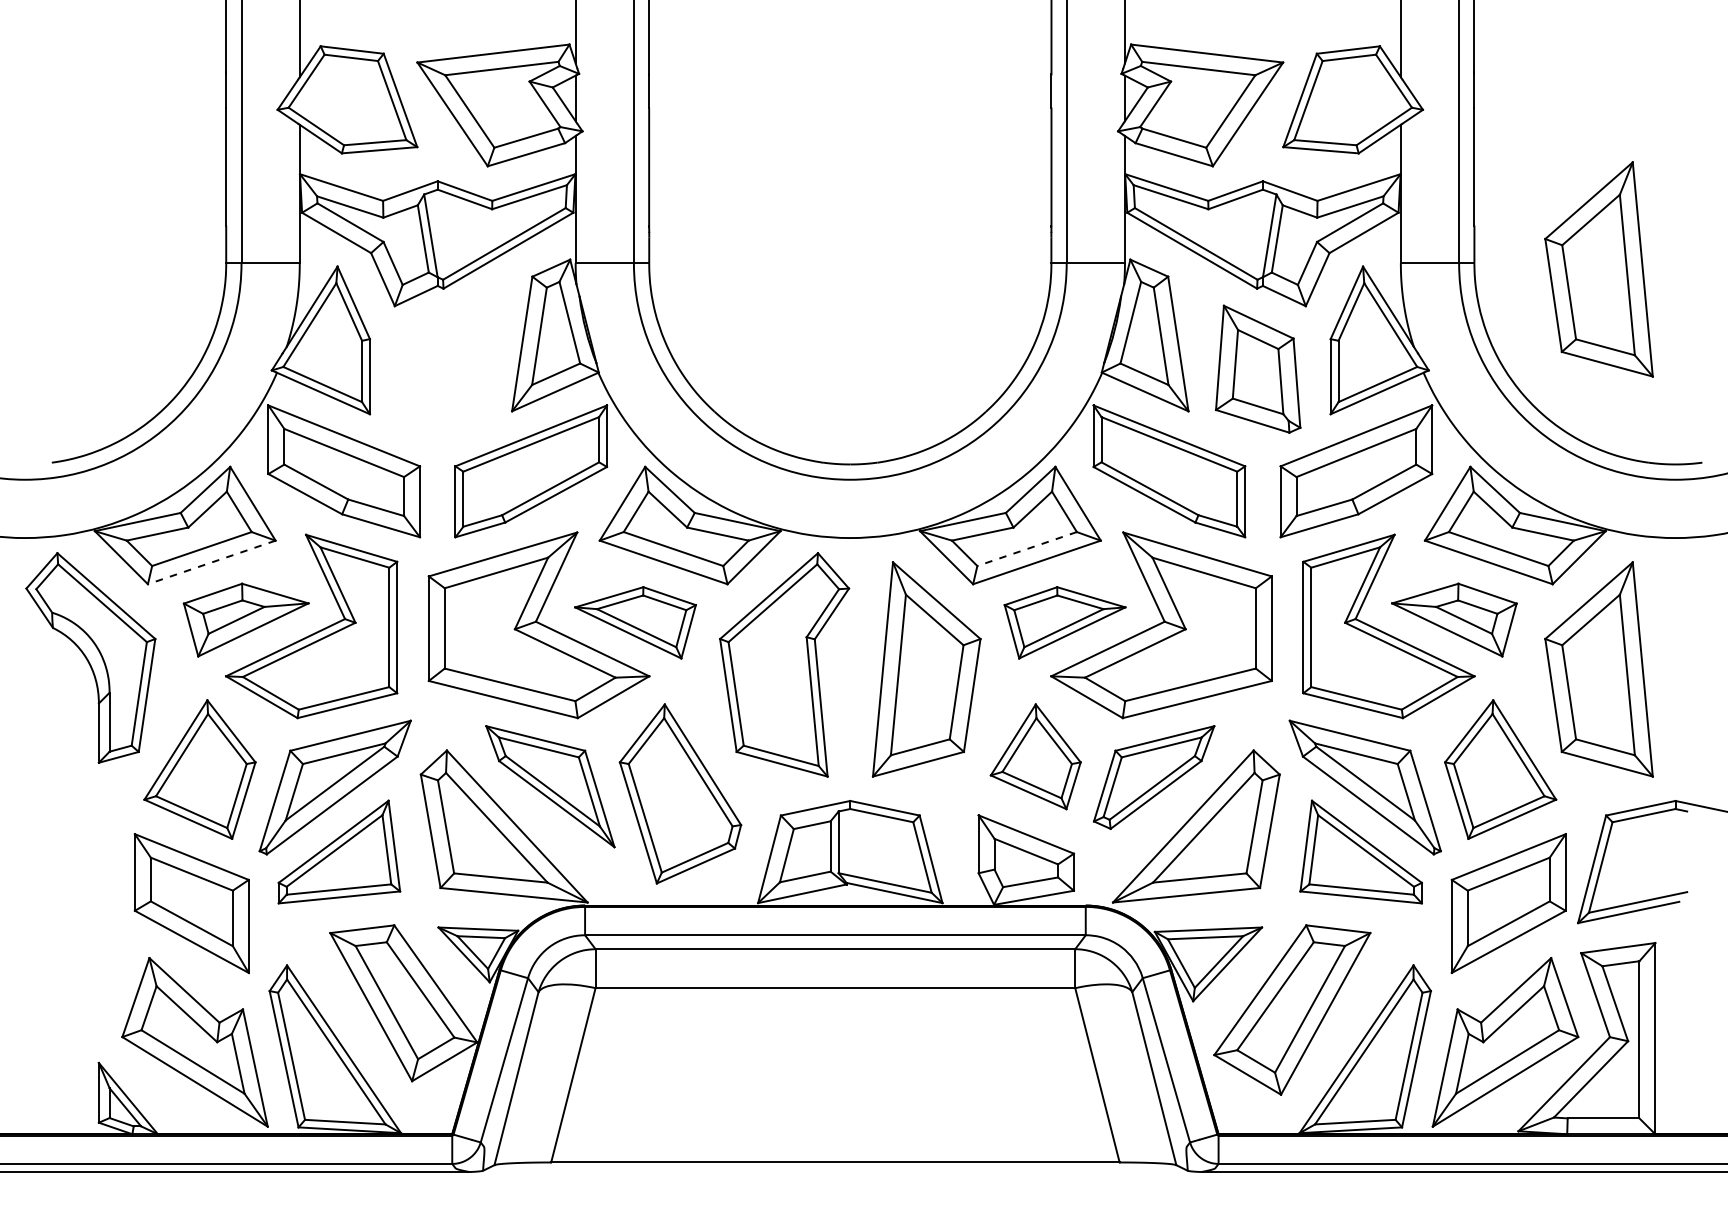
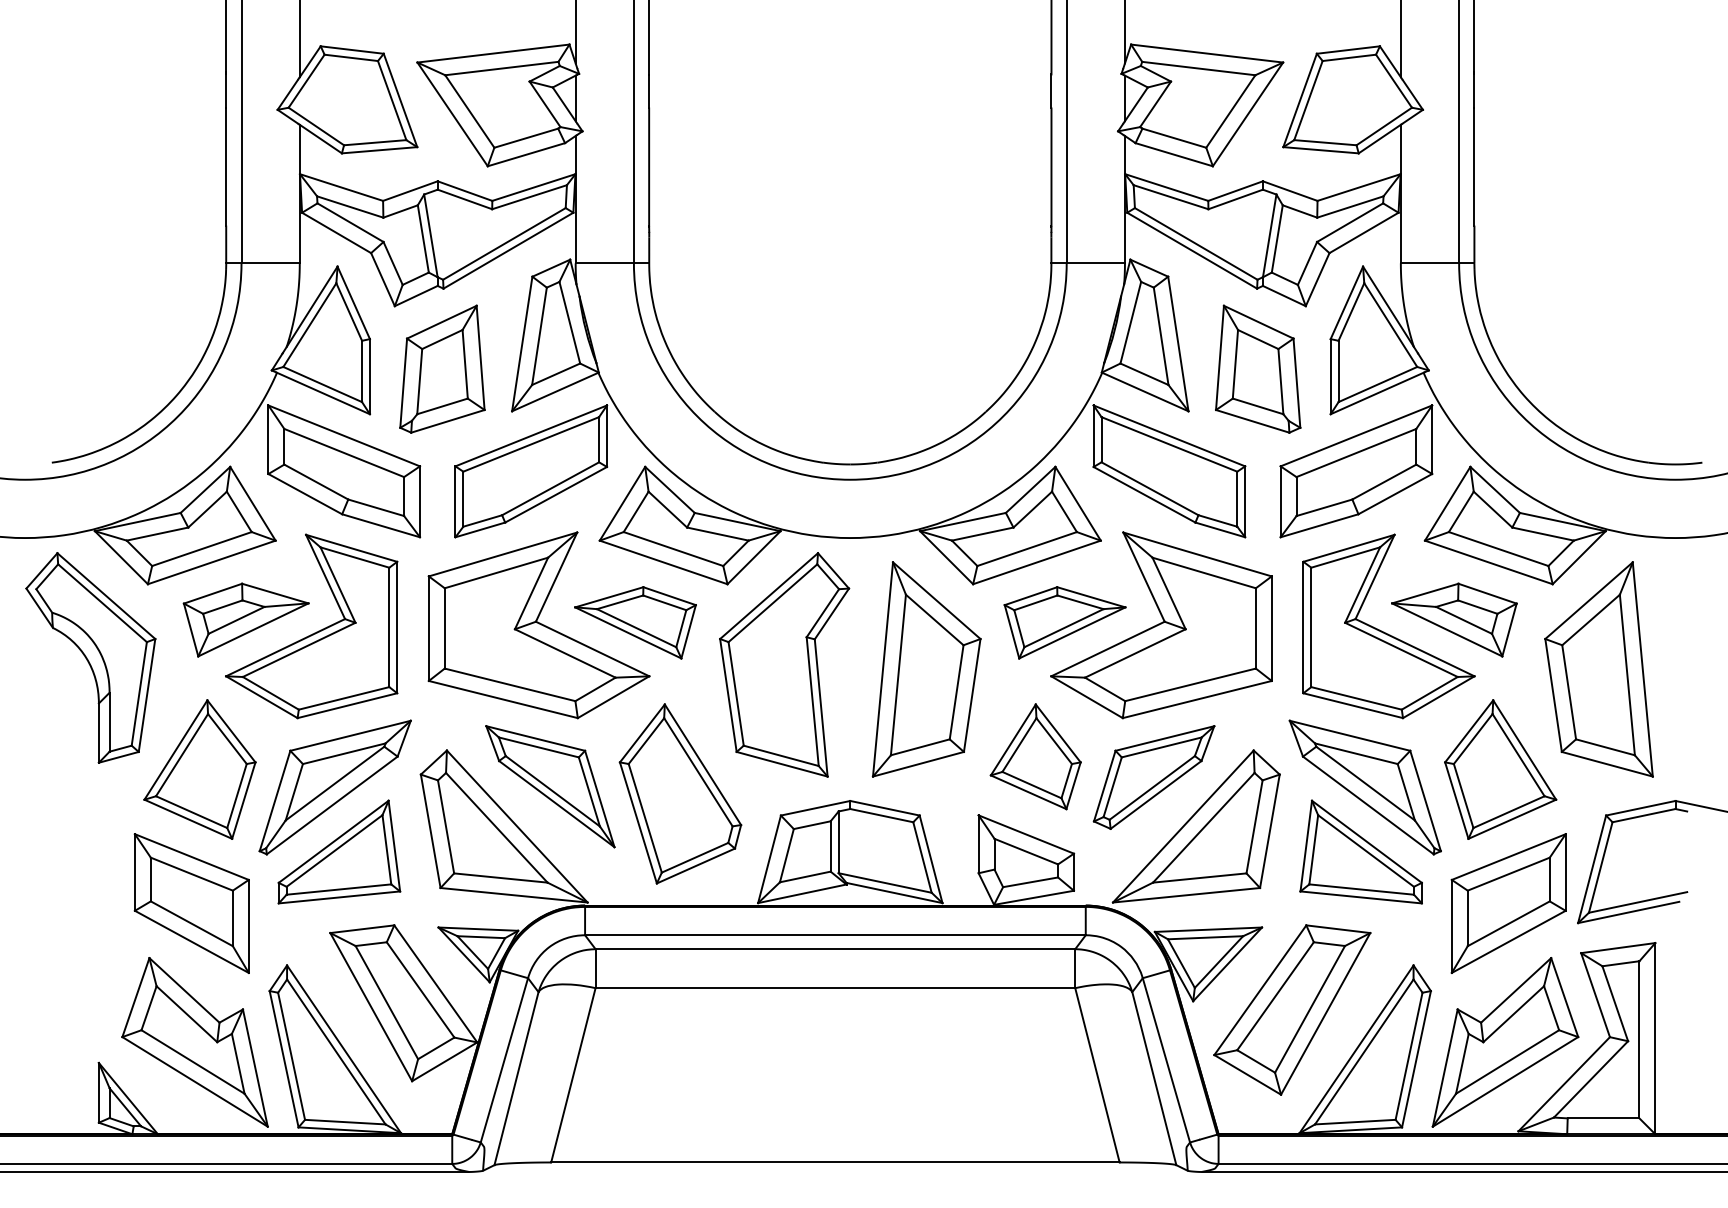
part at (1598, 269): present -> none
part at (442, 368): none -> present
line at (1027, 549): dashed -> solid
line at (211, 562): dashed -> solid
